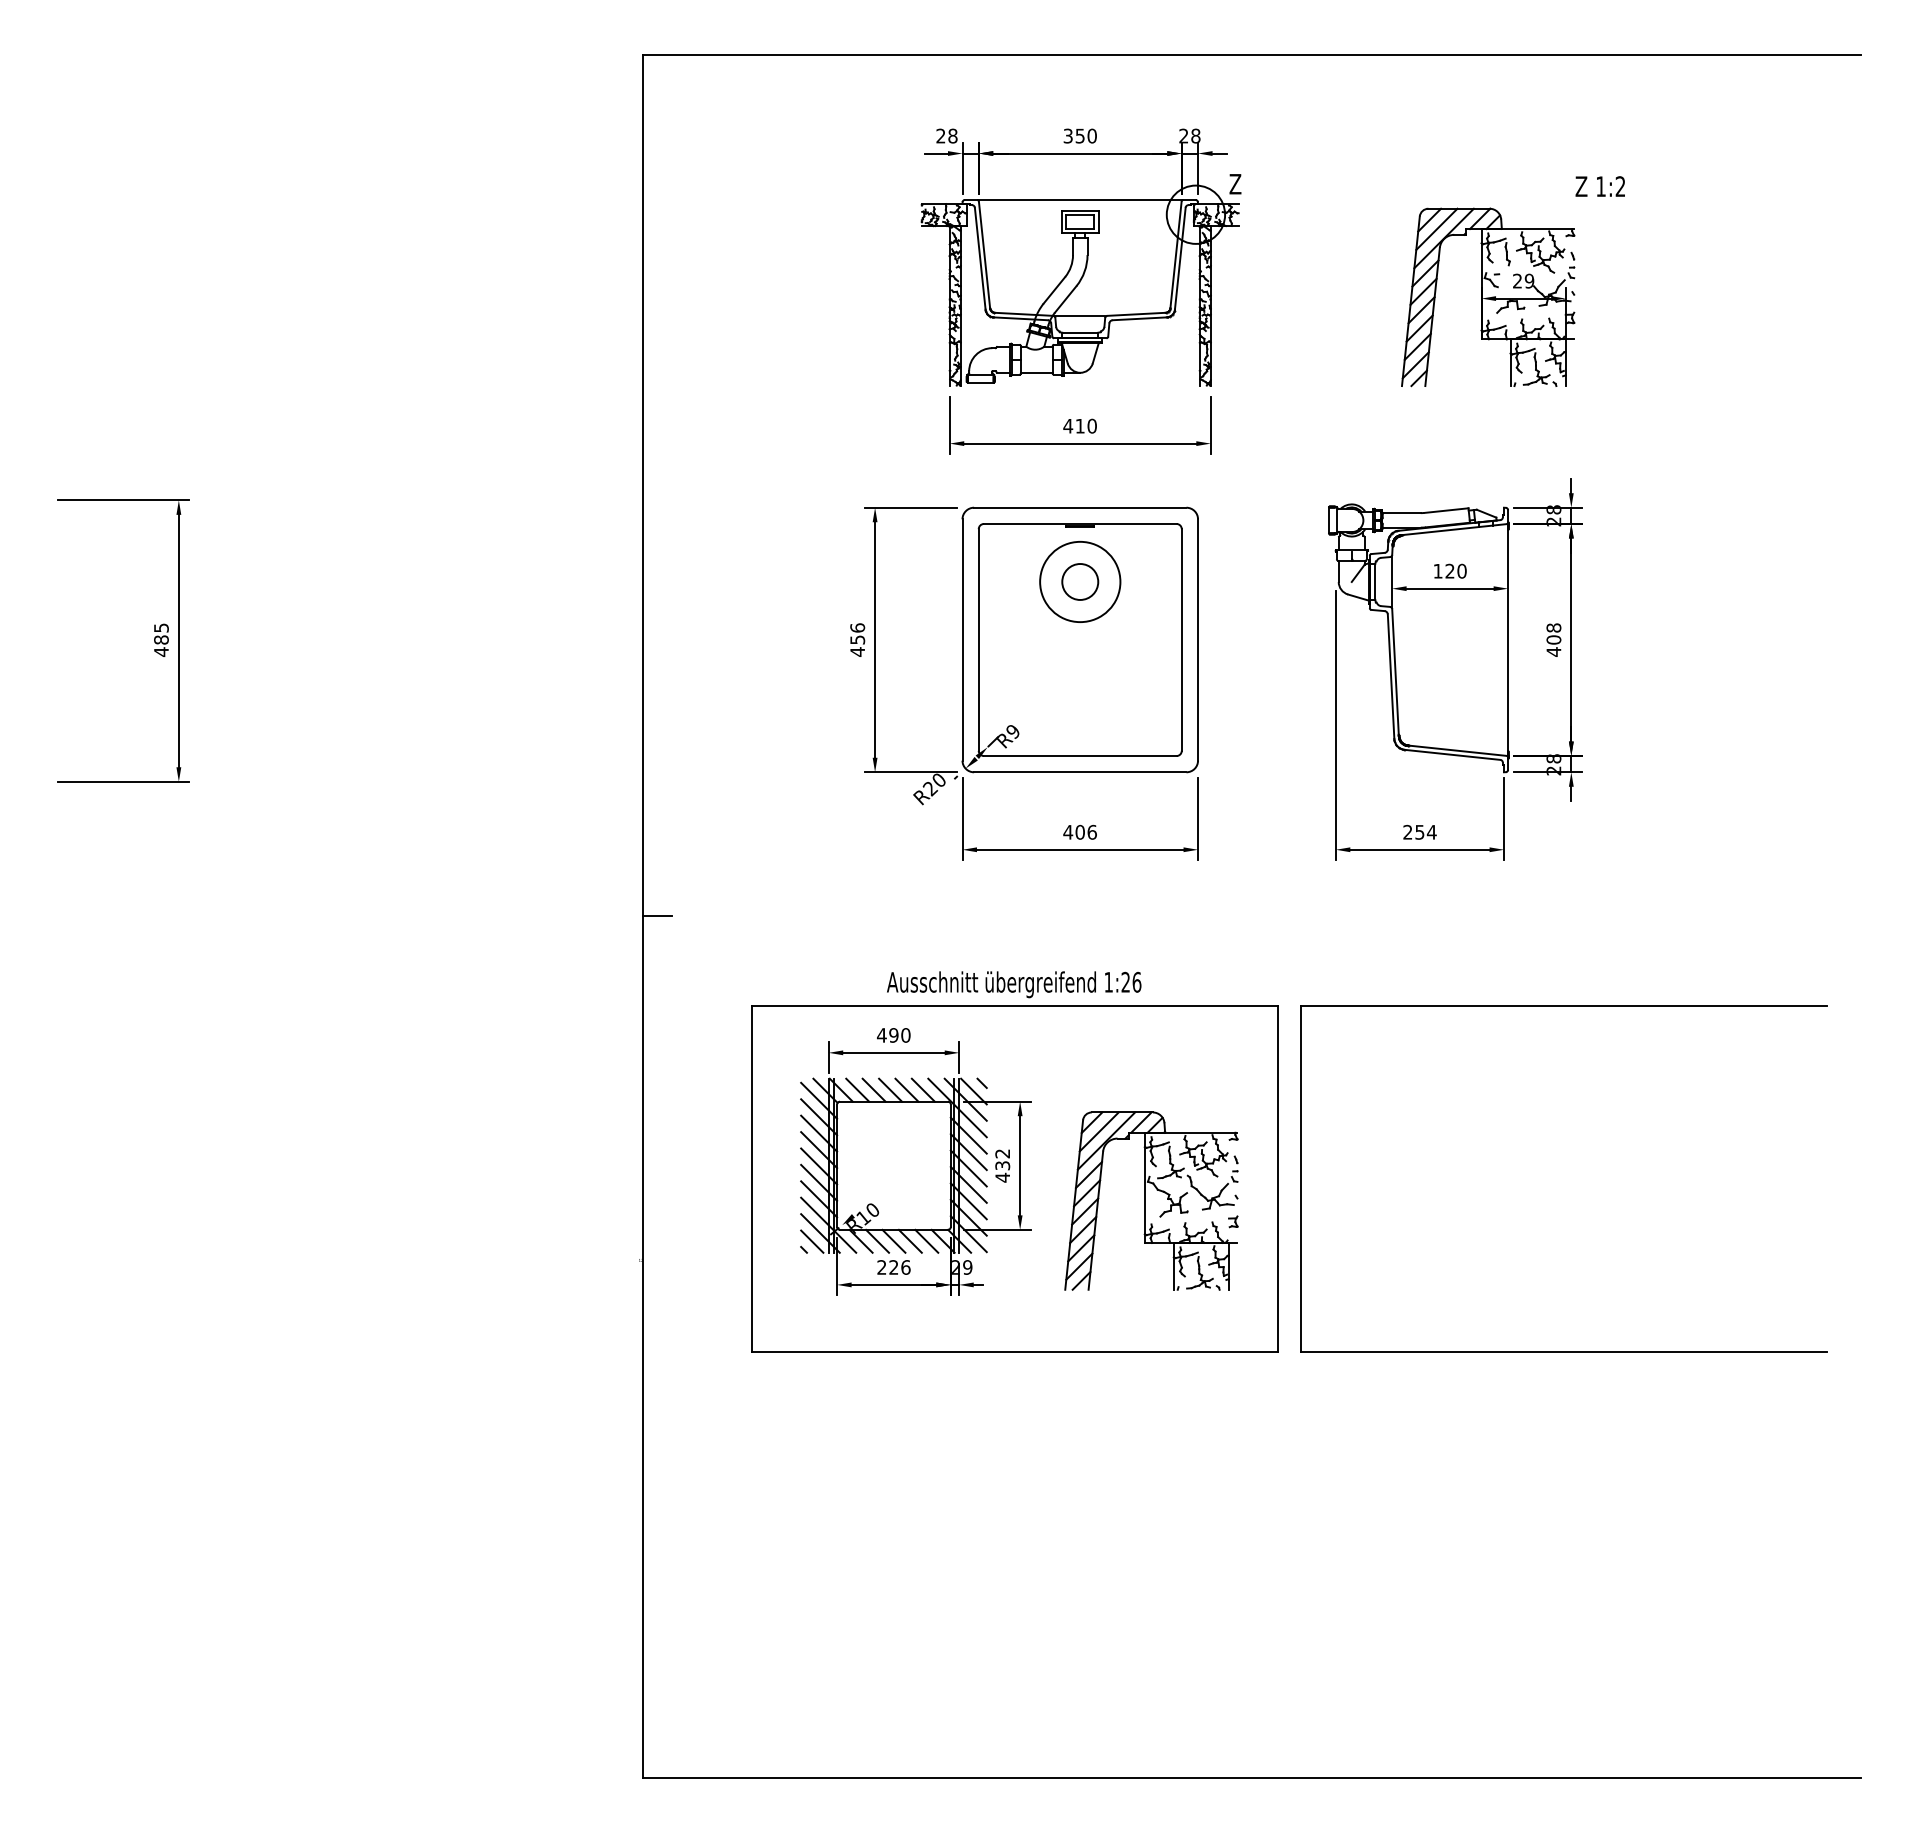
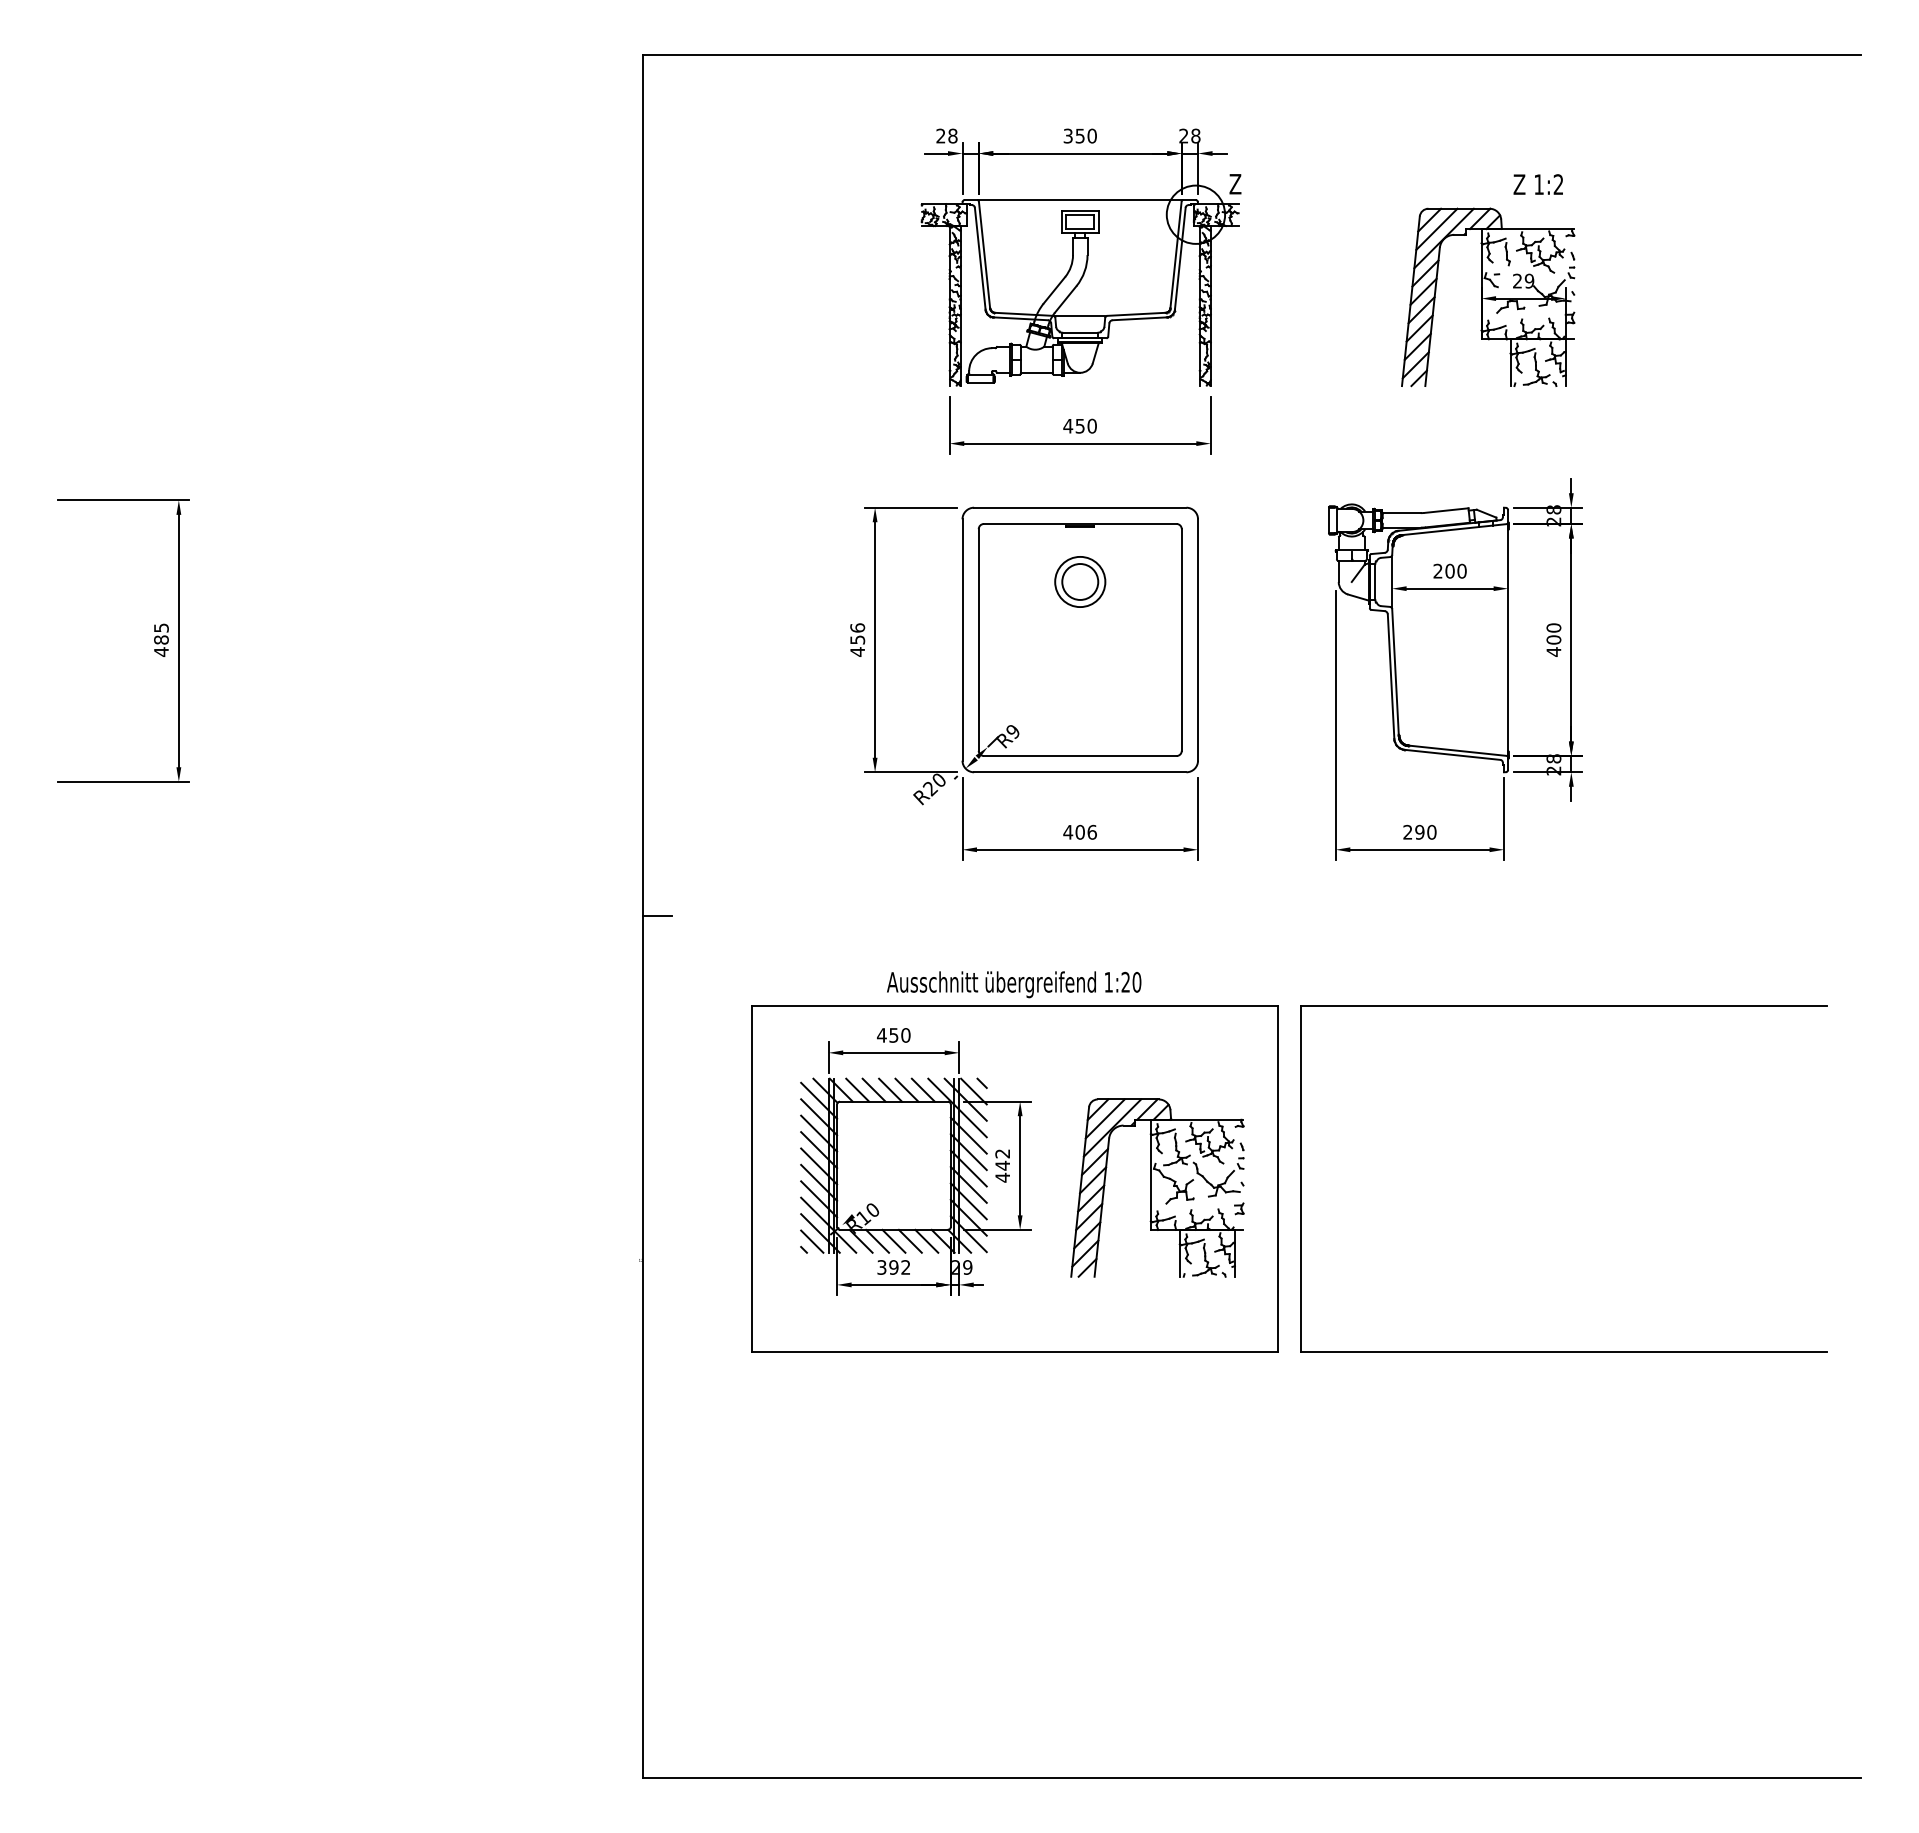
text at (1599, 186) position: (1599, 186) -> (1537, 184)
text at (1079, 426): 410 -> 450
text at (1443, 570): 120 -> 200
circle at (1080, 581) diameter: 80 px -> 50 px
text at (1553, 627): 408 -> 400
text at (1425, 831): 254 -> 290
text at (1136, 981): 1:26 -> 1:20
text at (893, 1035): 490 -> 450
text at (1002, 1165): 432 -> 442
part at (1151, 1200) position: (1151, 1200) -> (1157, 1187)
text at (893, 1267): 226 -> 392
